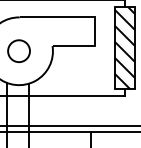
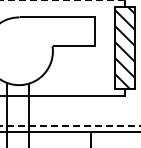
line at (62, 0): solid -> dashed
circle at (18, 50): present -> none
line at (70, 126): solid -> dashed
